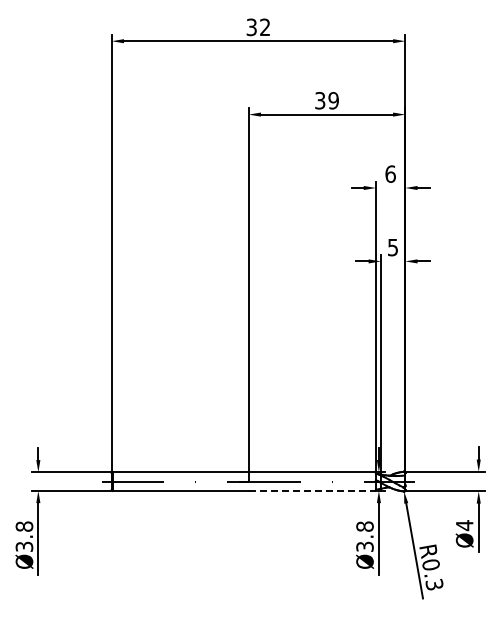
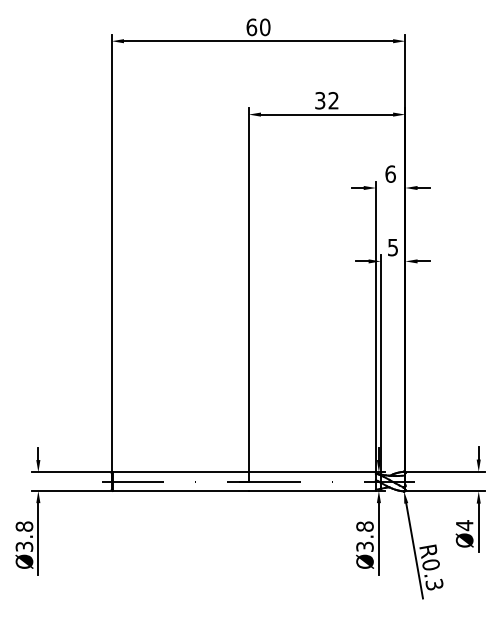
text at (258, 27): 32 -> 60
text at (333, 100): 39 -> 32
line at (312, 490): dashed -> solid
